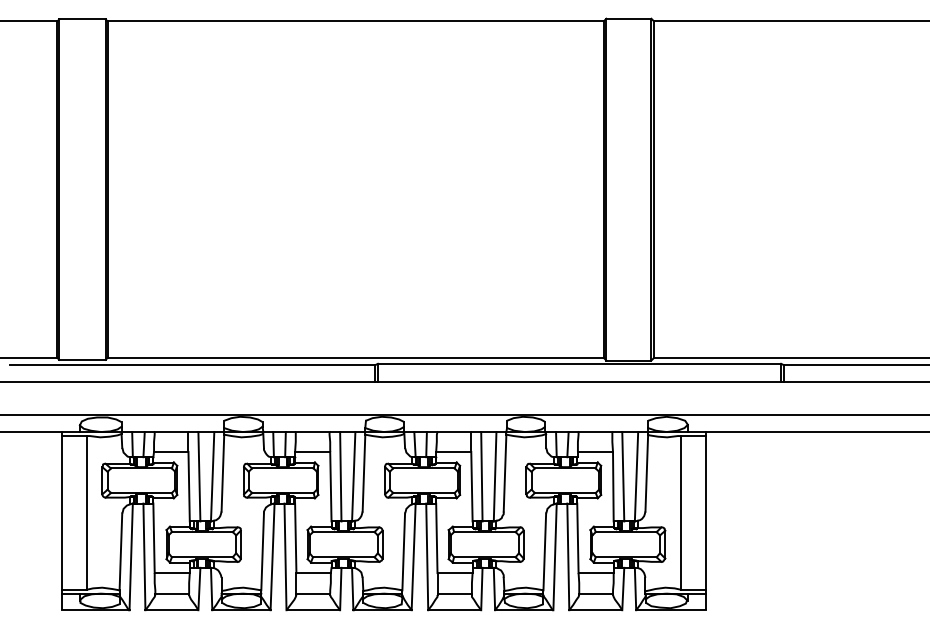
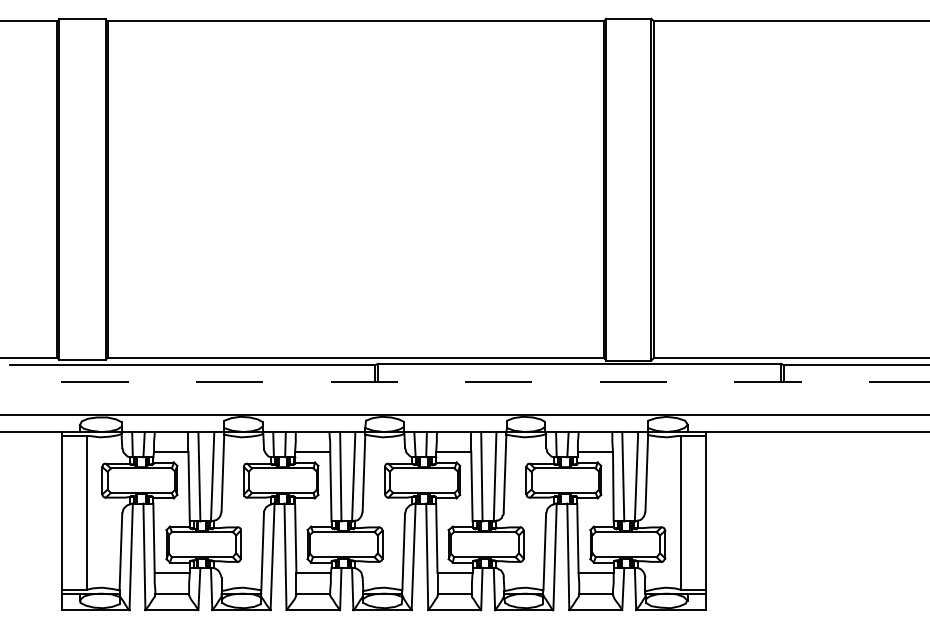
line at (464, 381): solid -> dashed
